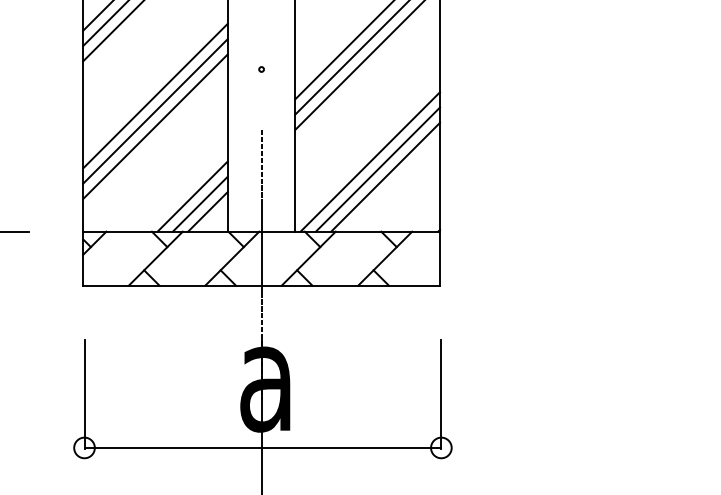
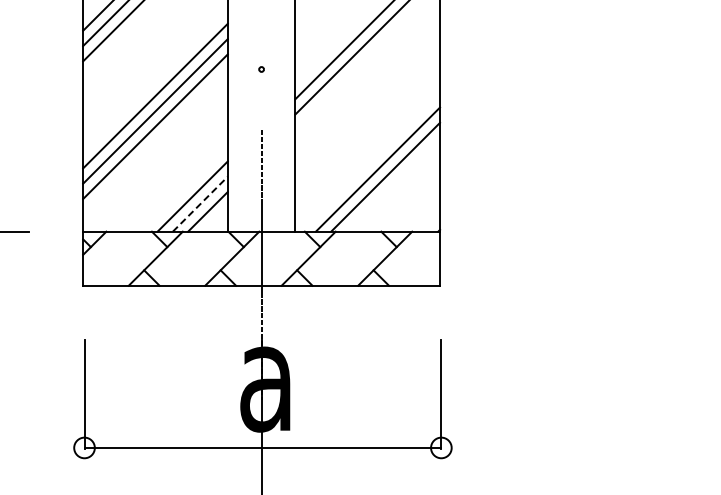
line at (359, 65): present -> none
line at (370, 161): present -> none
line at (200, 204): solid -> dashed
